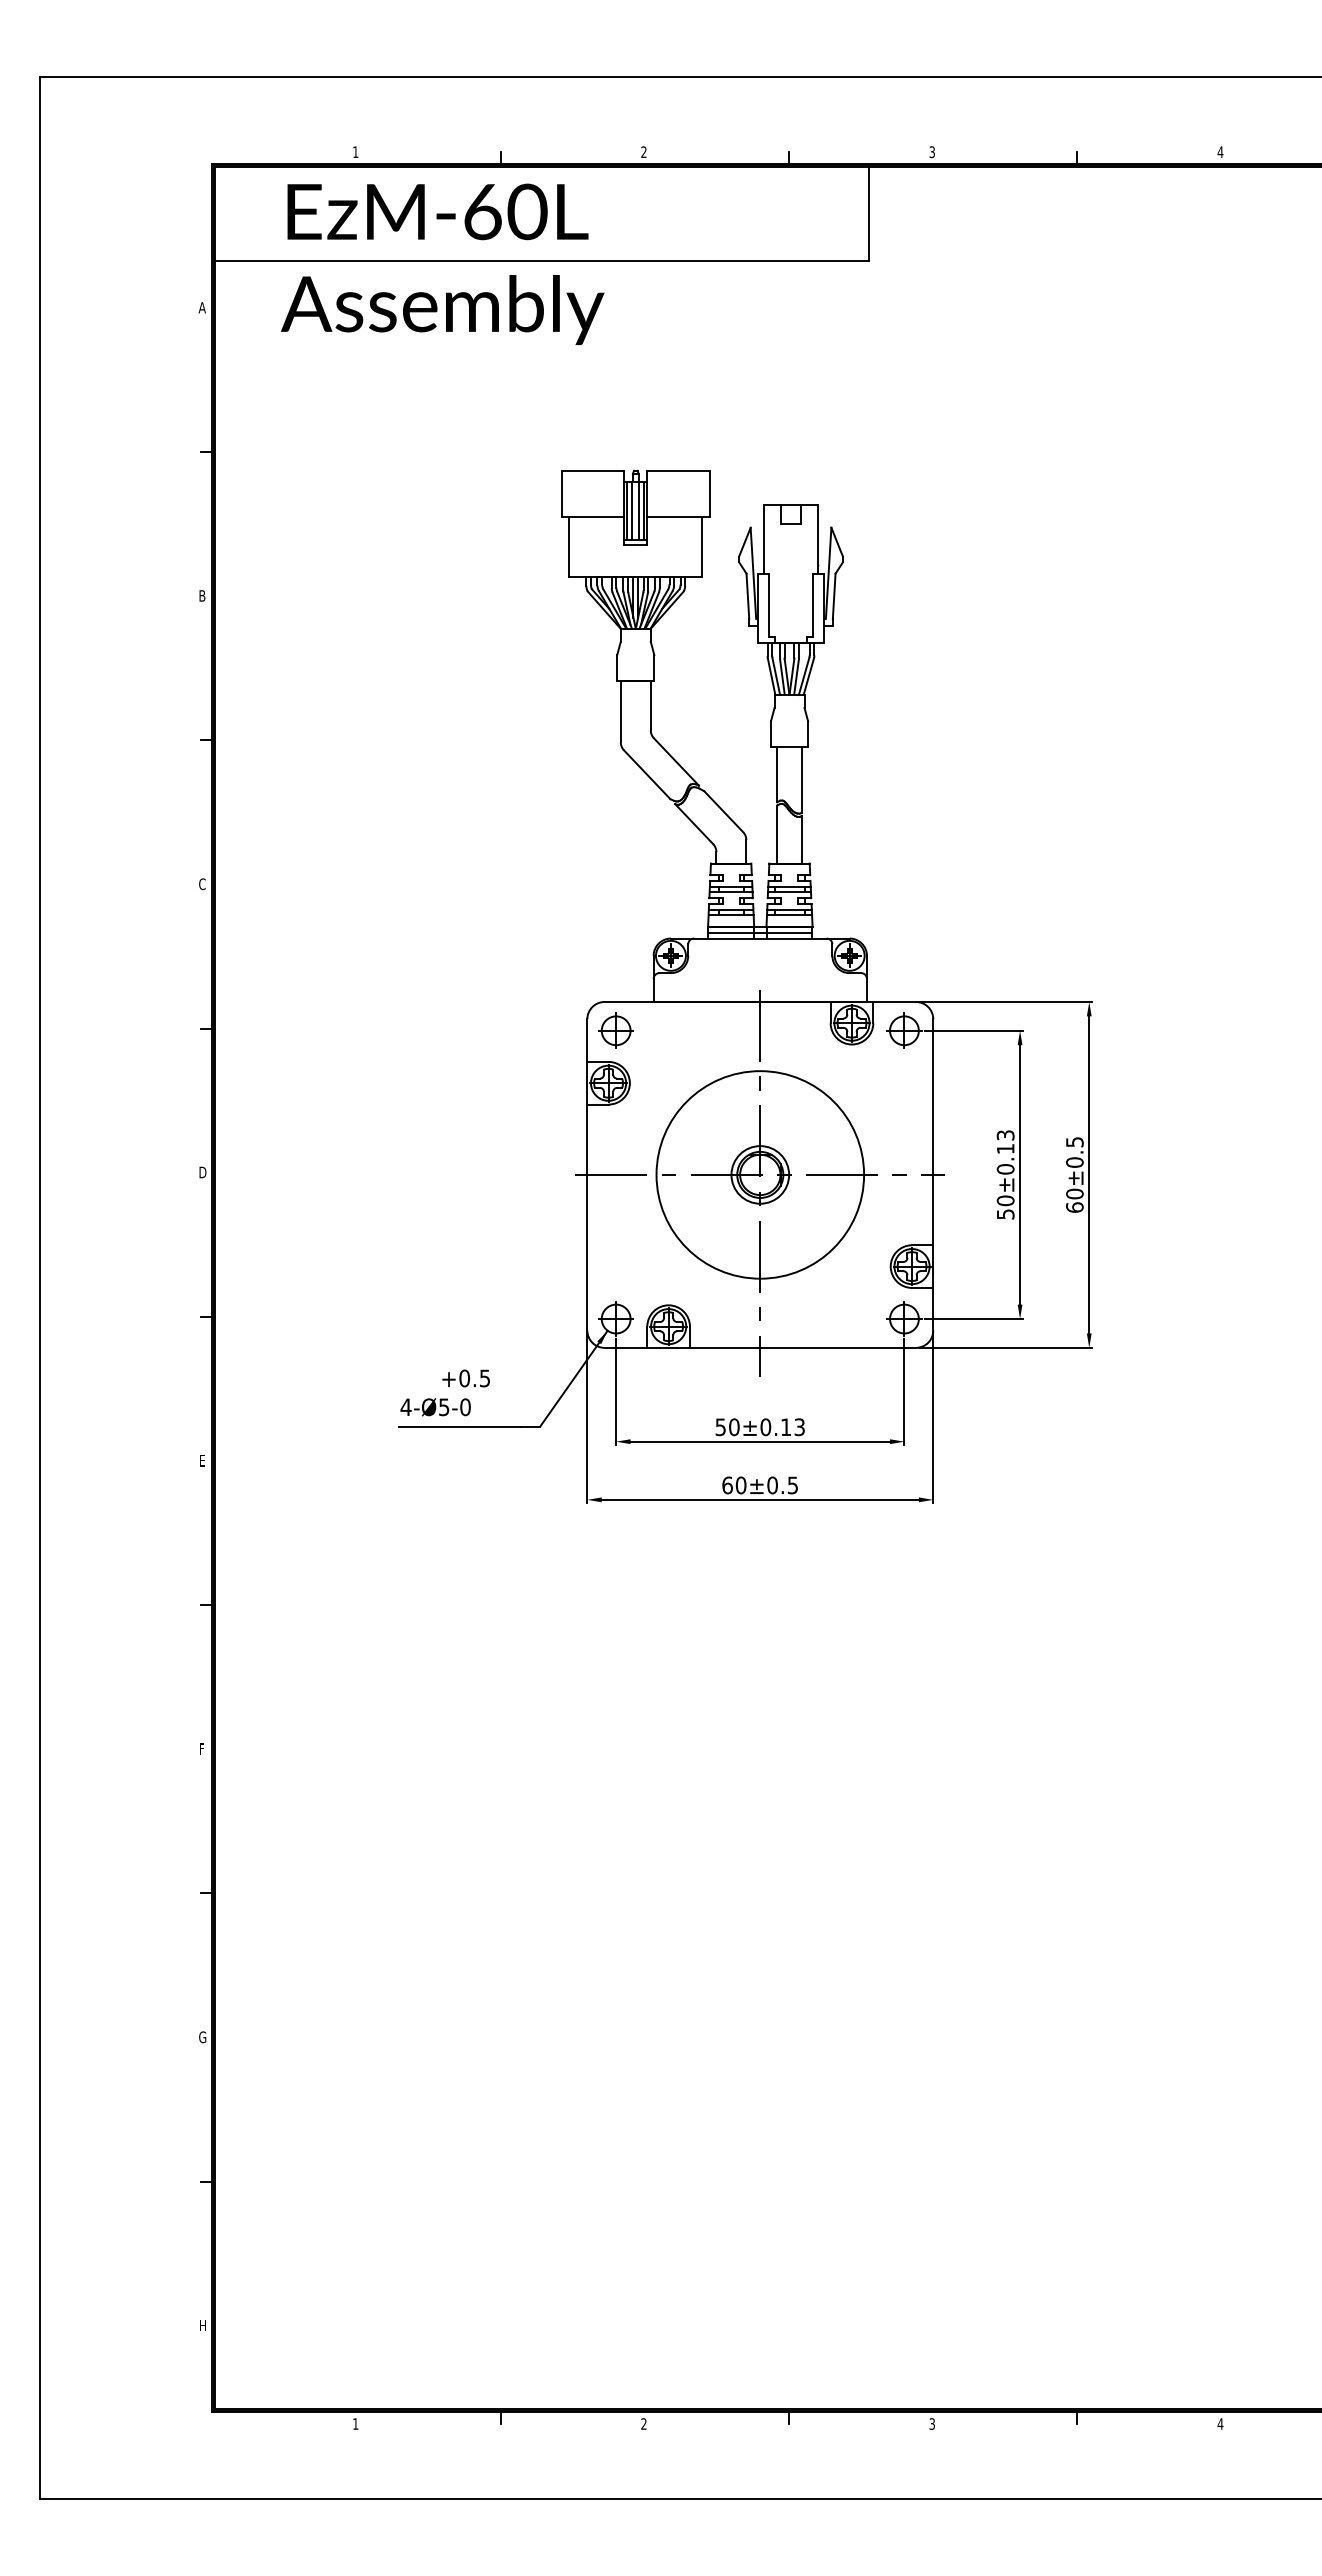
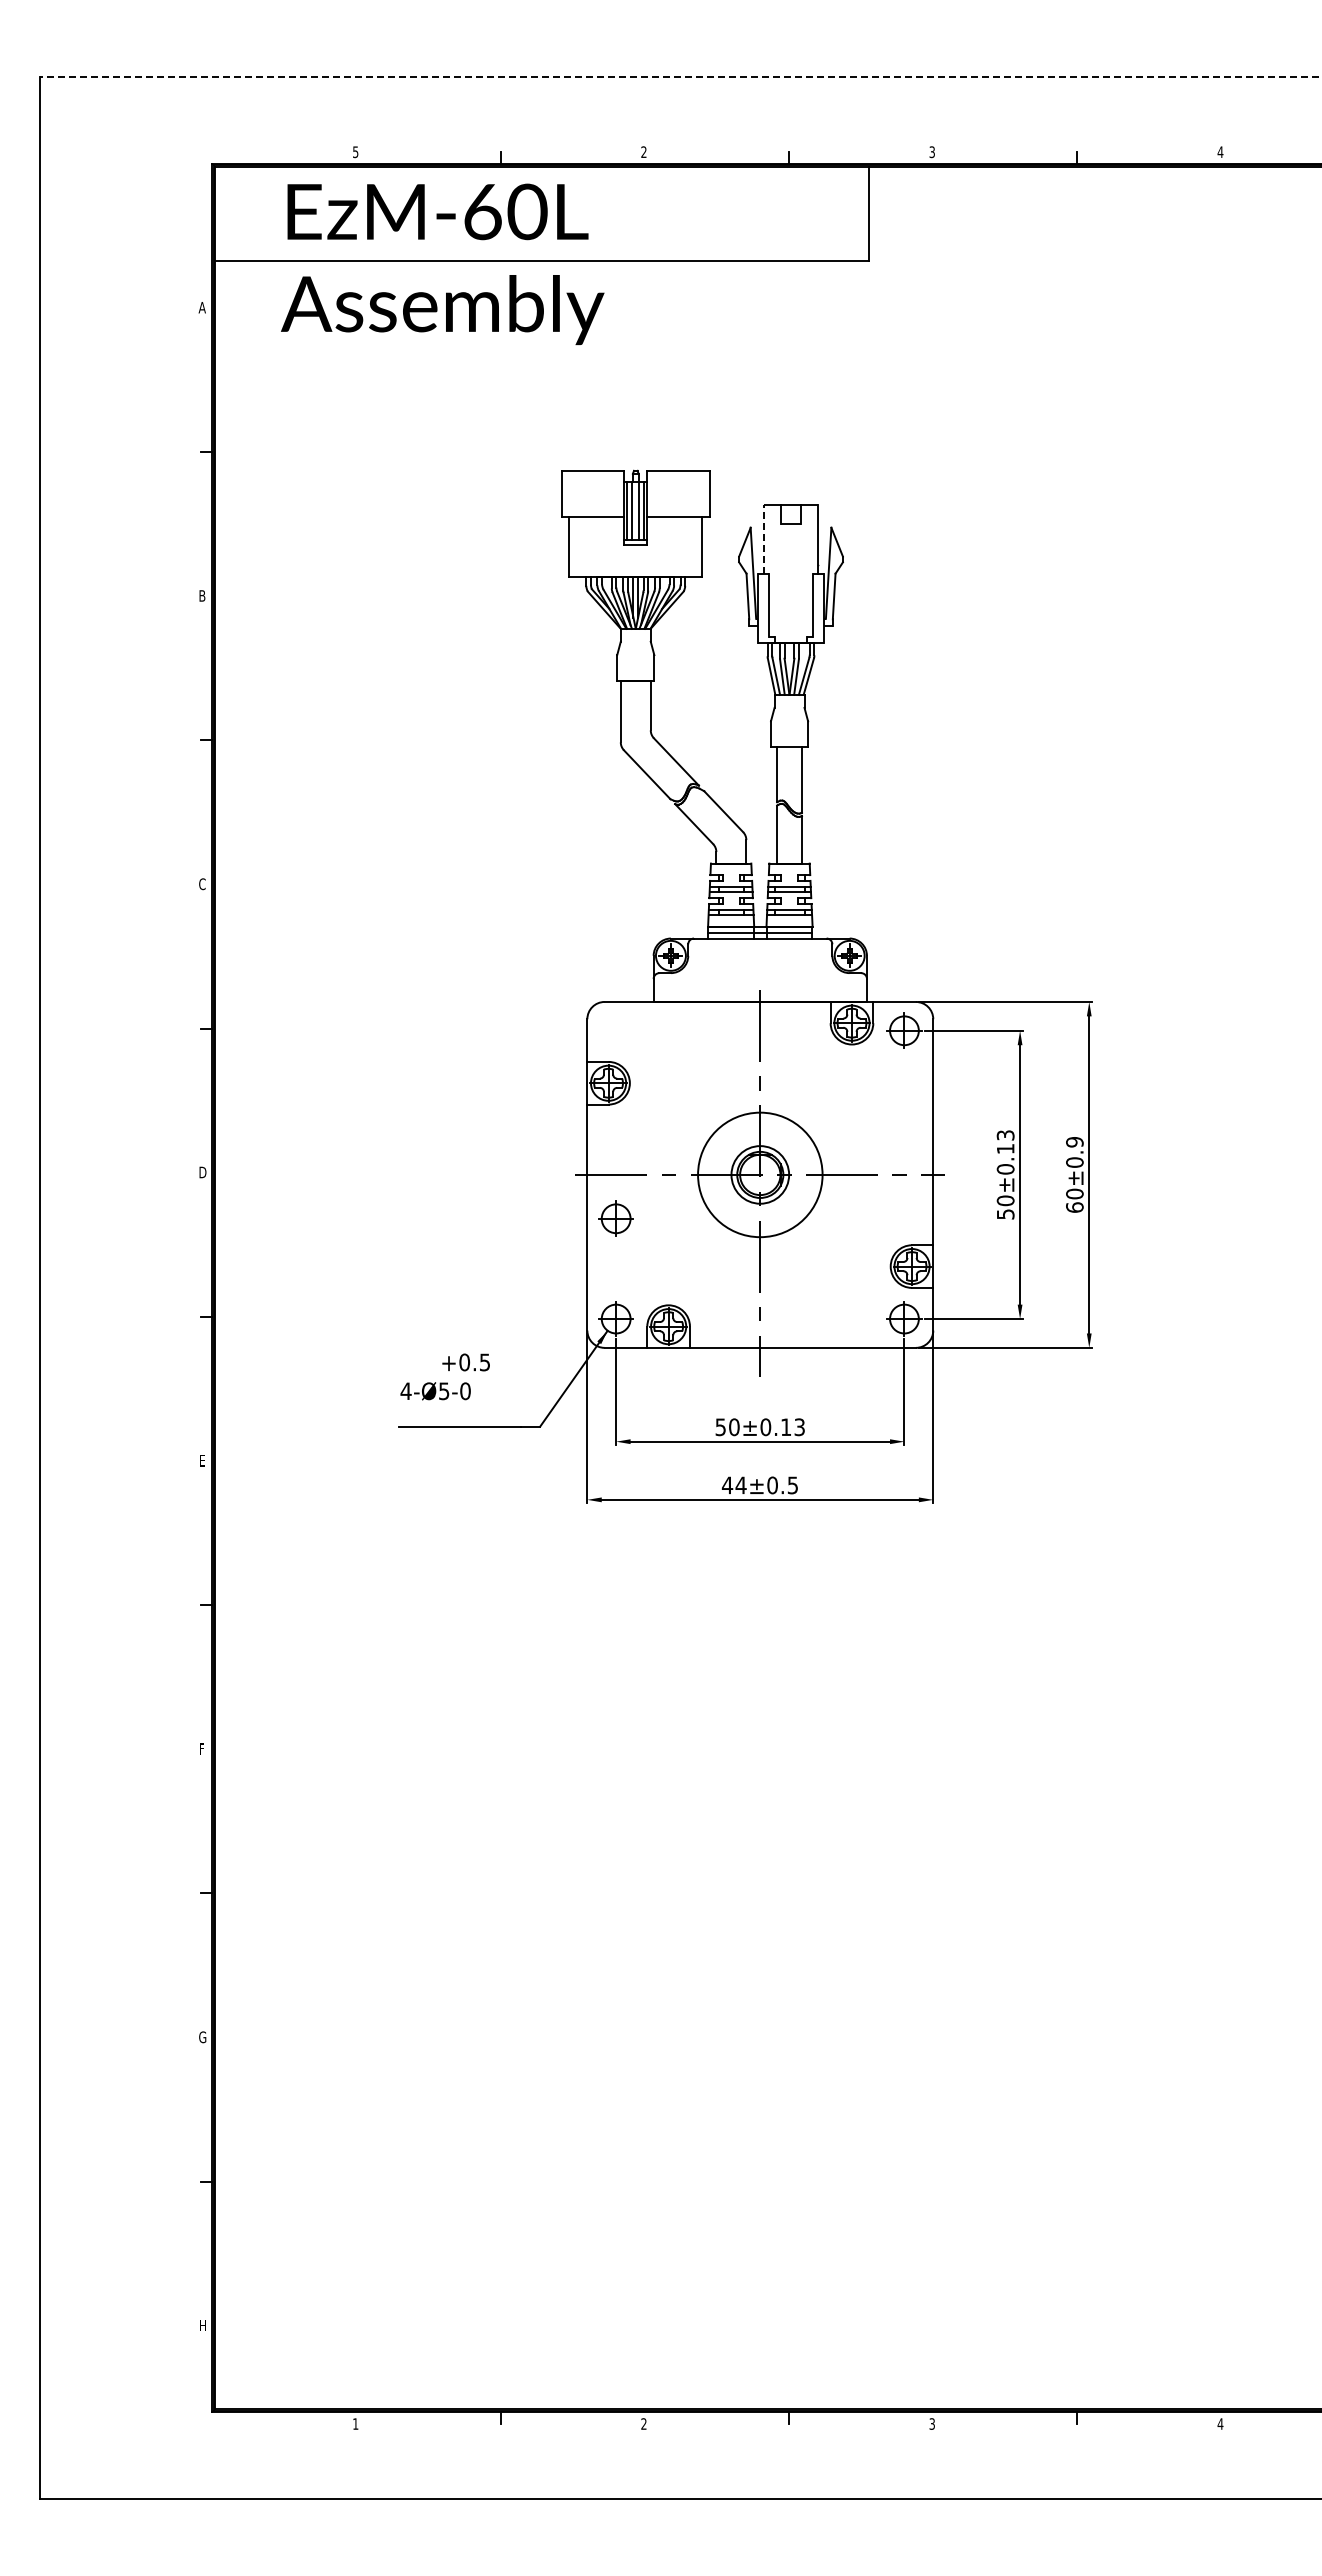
line at (680, 77): solid -> dashed
text at (355, 152): 1 -> 5
line at (763, 539): solid -> dashed
part at (615, 1030) position: (615, 1030) -> (615, 1218)
text at (1074, 1142): 60±0.5 -> 60±0.9
circle at (760, 1174) diameter: 208 px -> 125 px
text at (444, 1392) position: (444, 1392) -> (444, 1376)
text at (733, 1485): 60±0.5 -> 44±0.5
